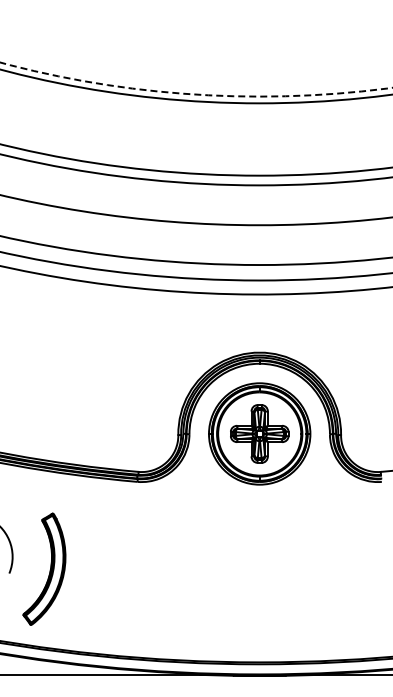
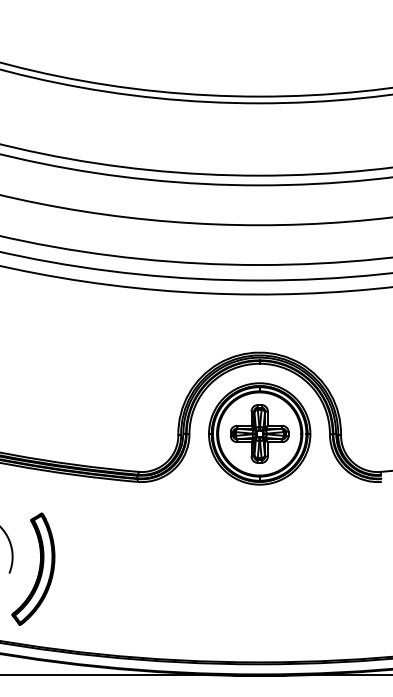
circle at (196, 79): dashed -> solid
part at (44, 568) position: (44, 568) -> (33, 568)
